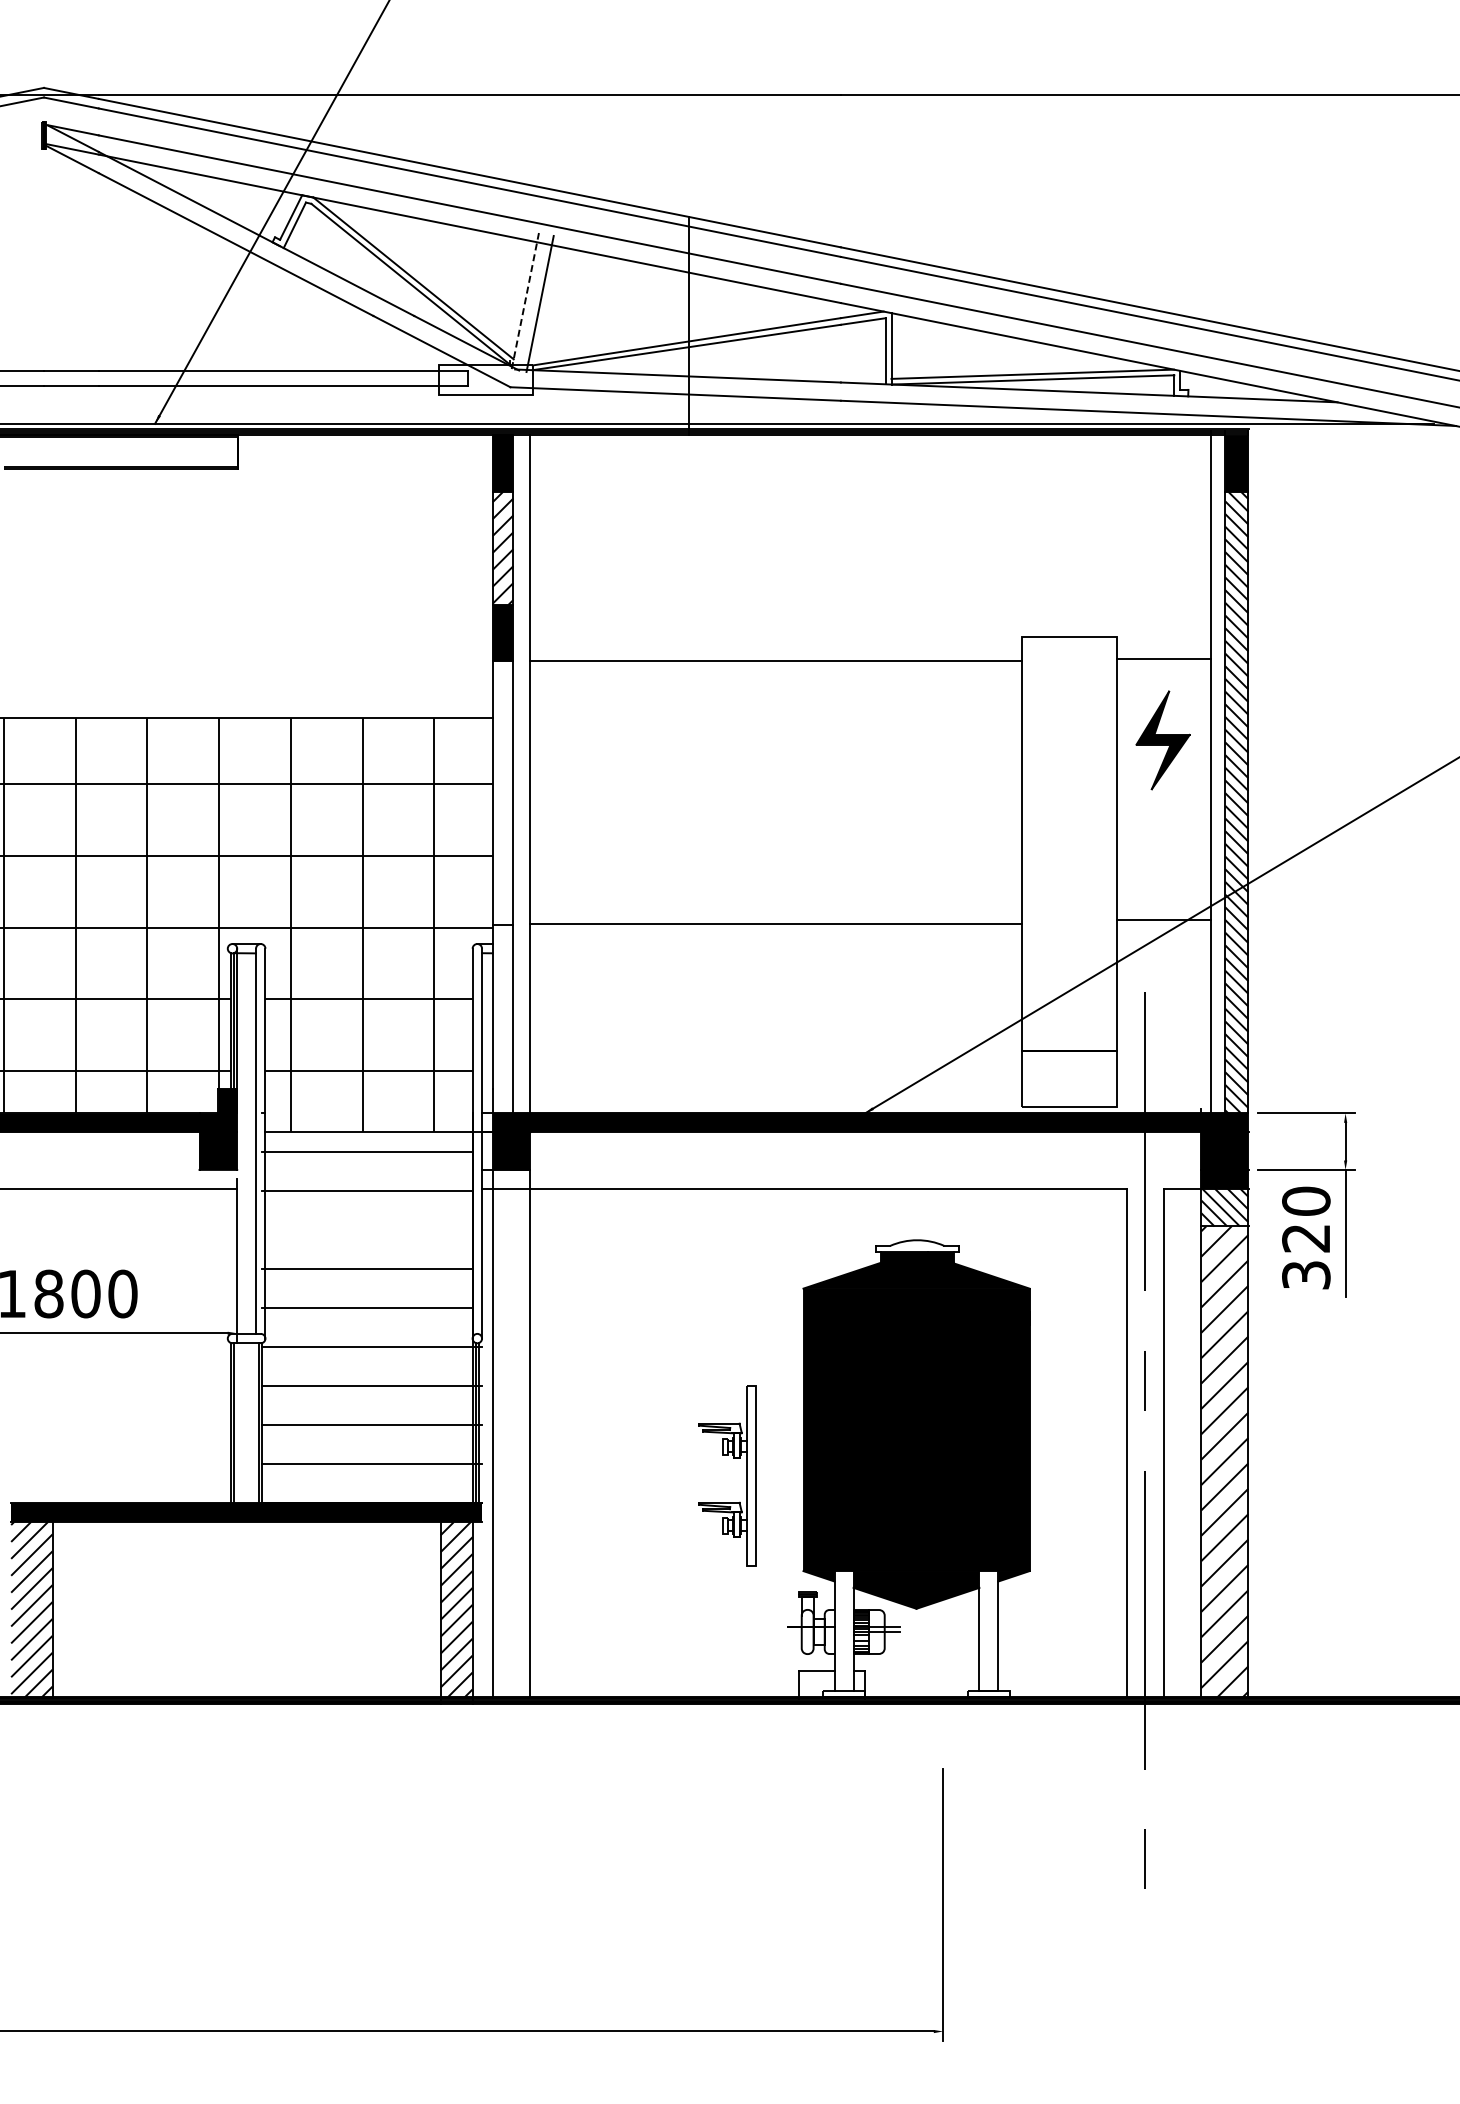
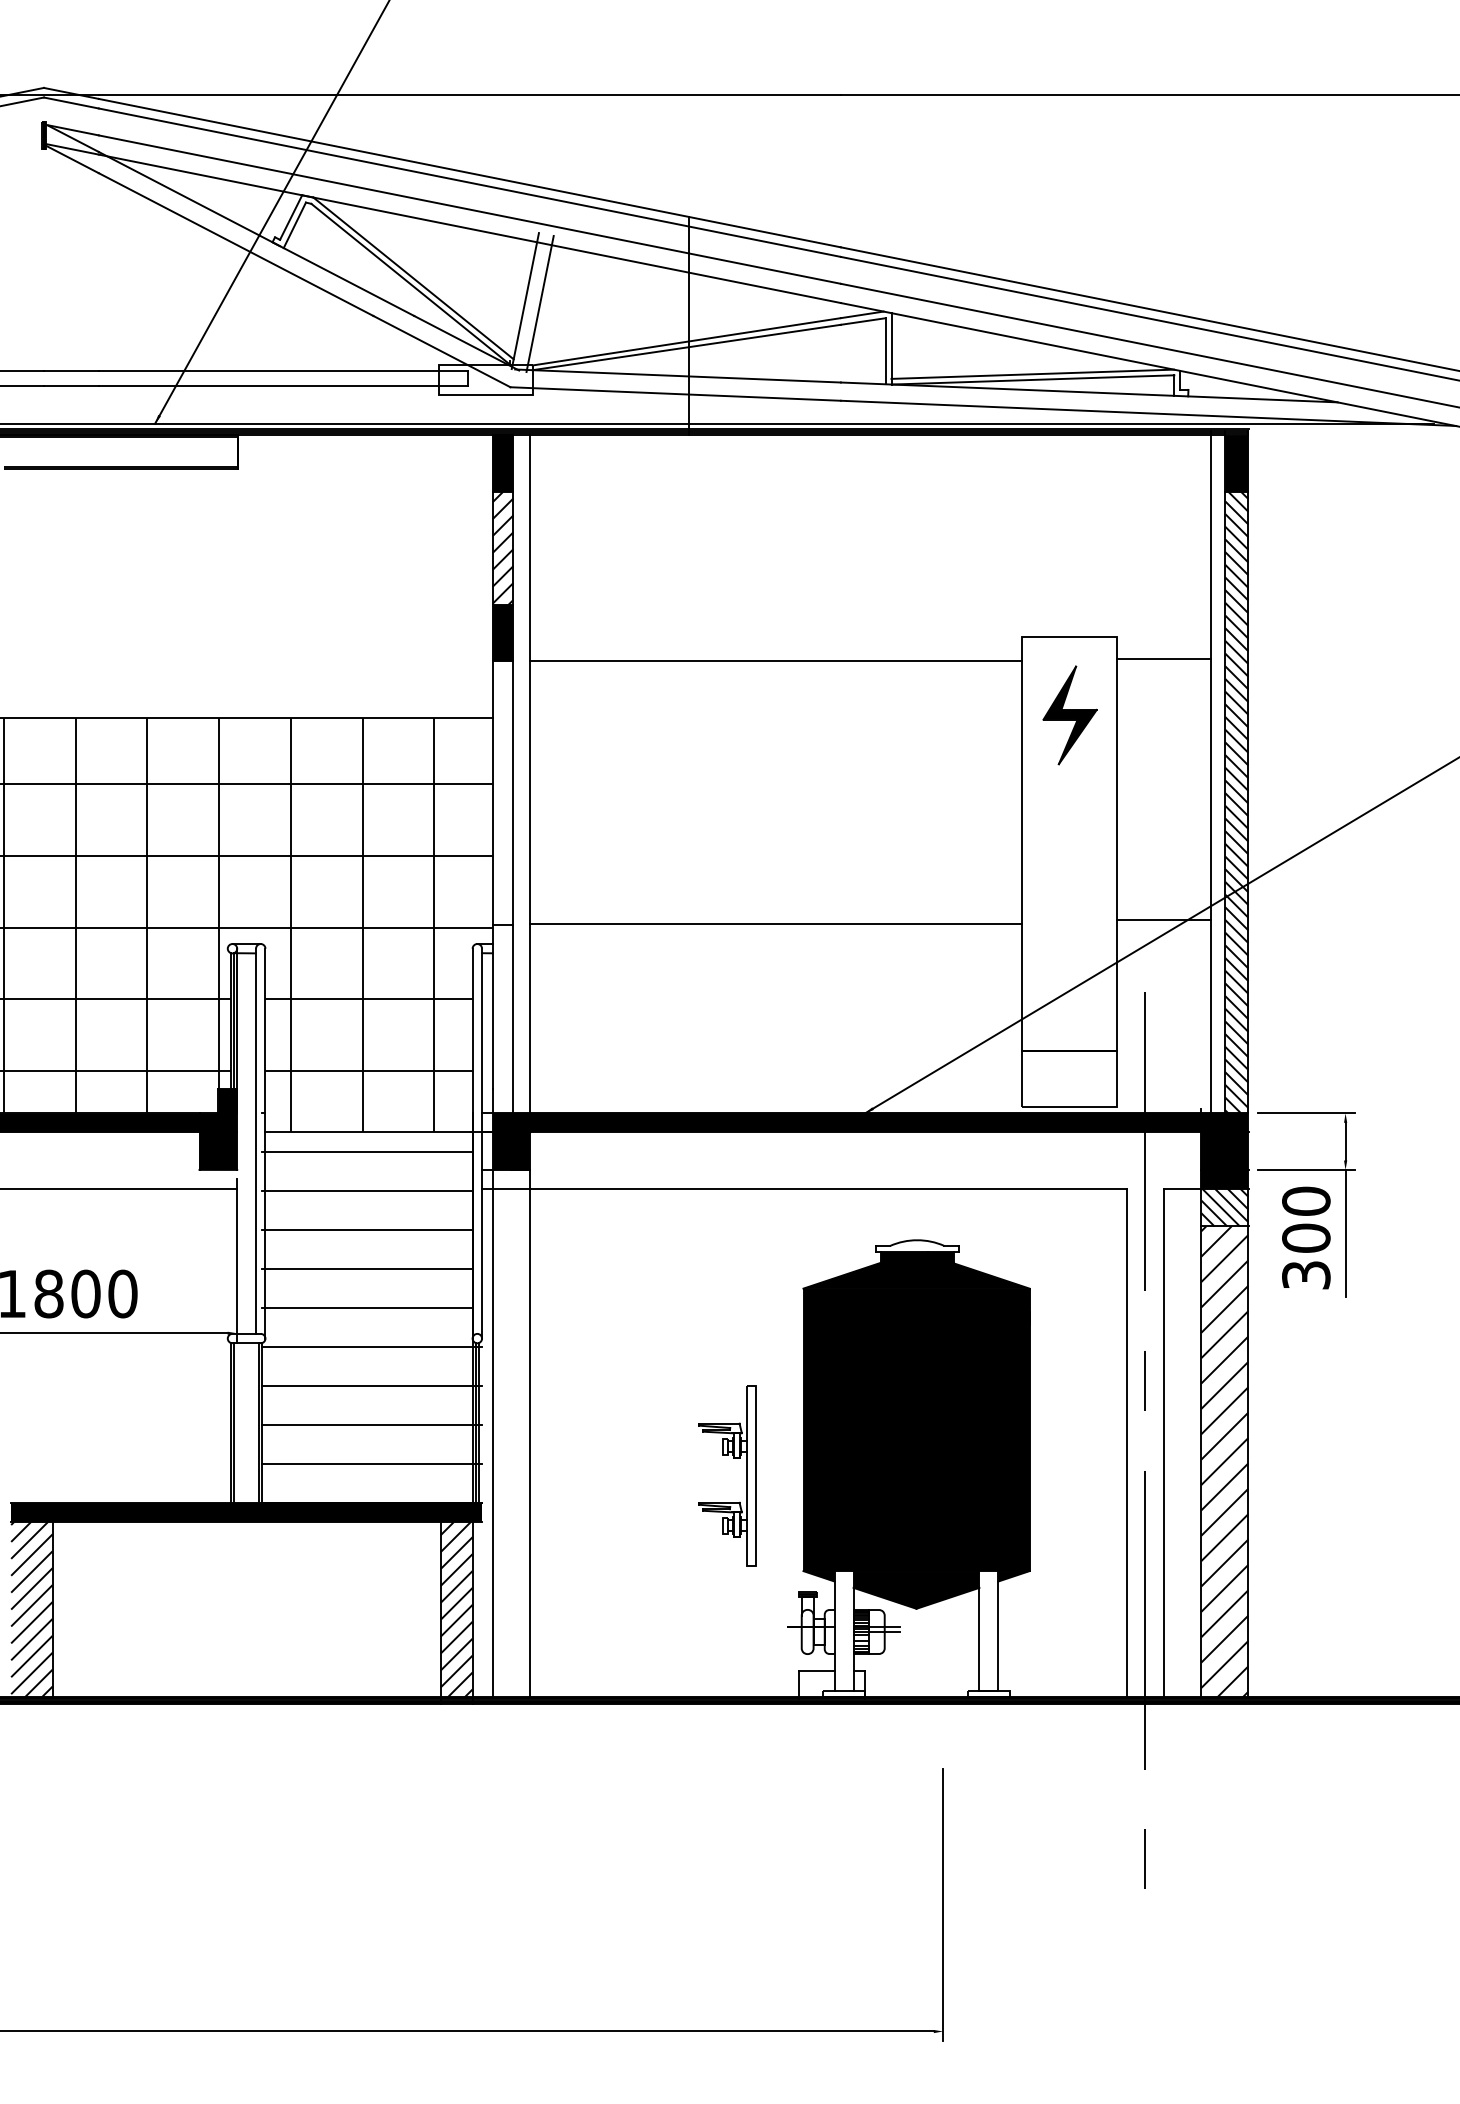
line at (525, 300): dashed -> solid
part at (1162, 740) position: (1162, 740) -> (1069, 715)
line at (367, 1230): none -> present
text at (1306, 1237): 320 -> 300
